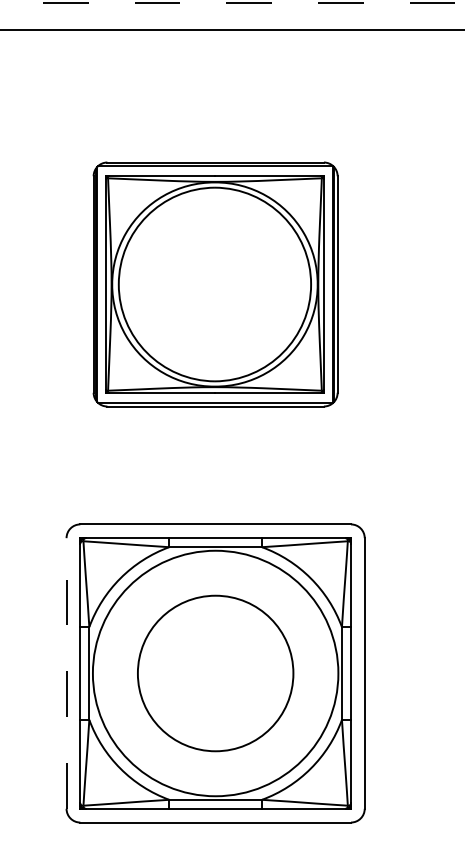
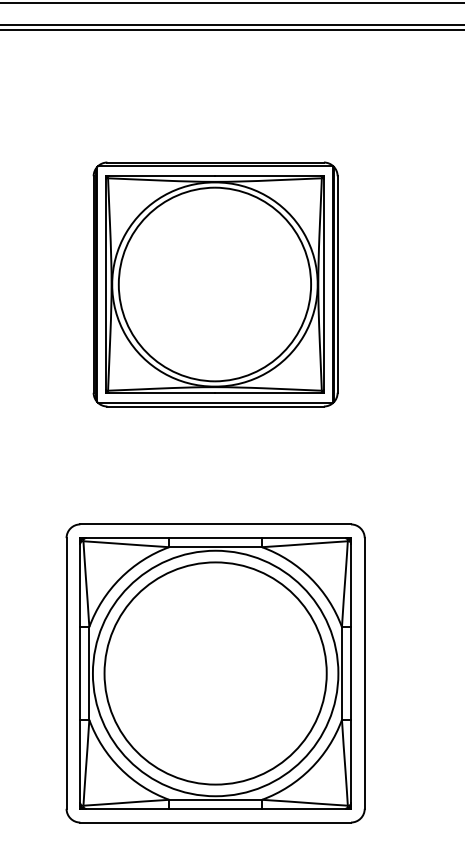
line at (232, 2): dashed -> solid
line at (231, 25): none -> present
line at (66, 672): dashed -> solid
circle at (215, 673) diameter: 156 px -> 222 px
